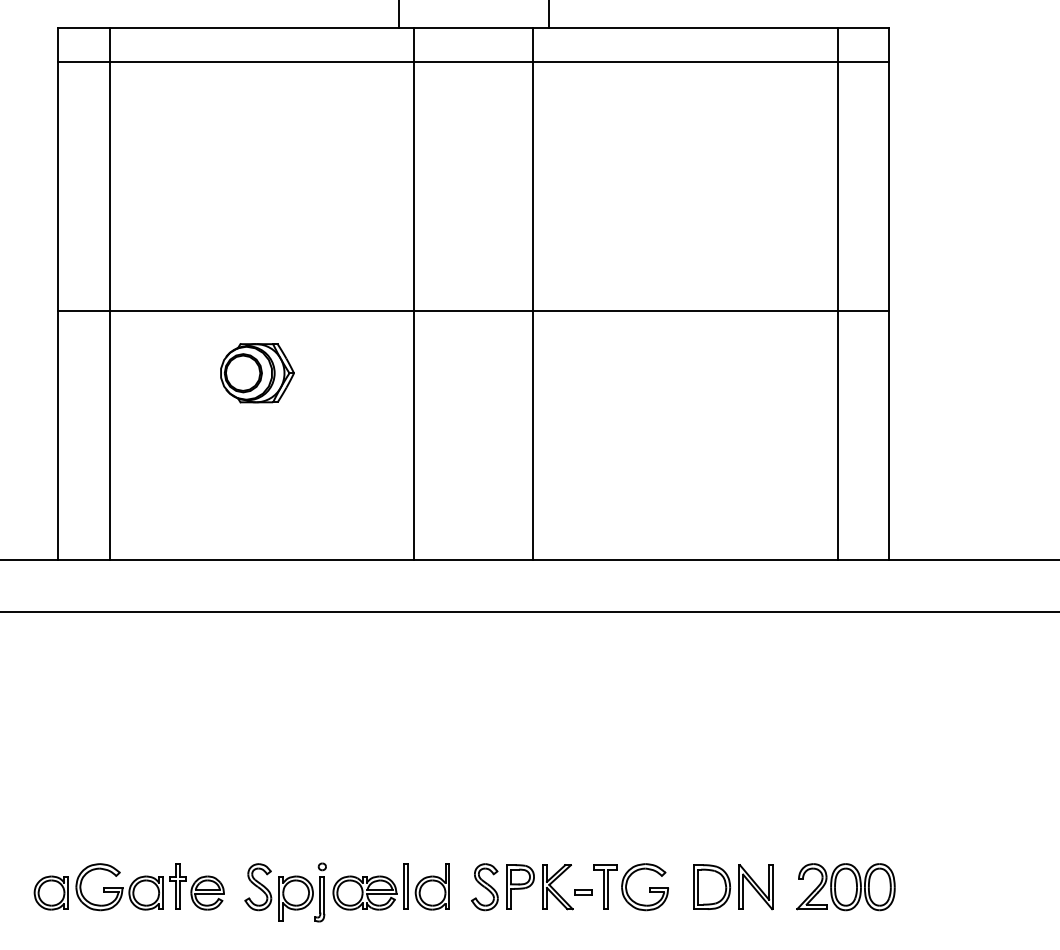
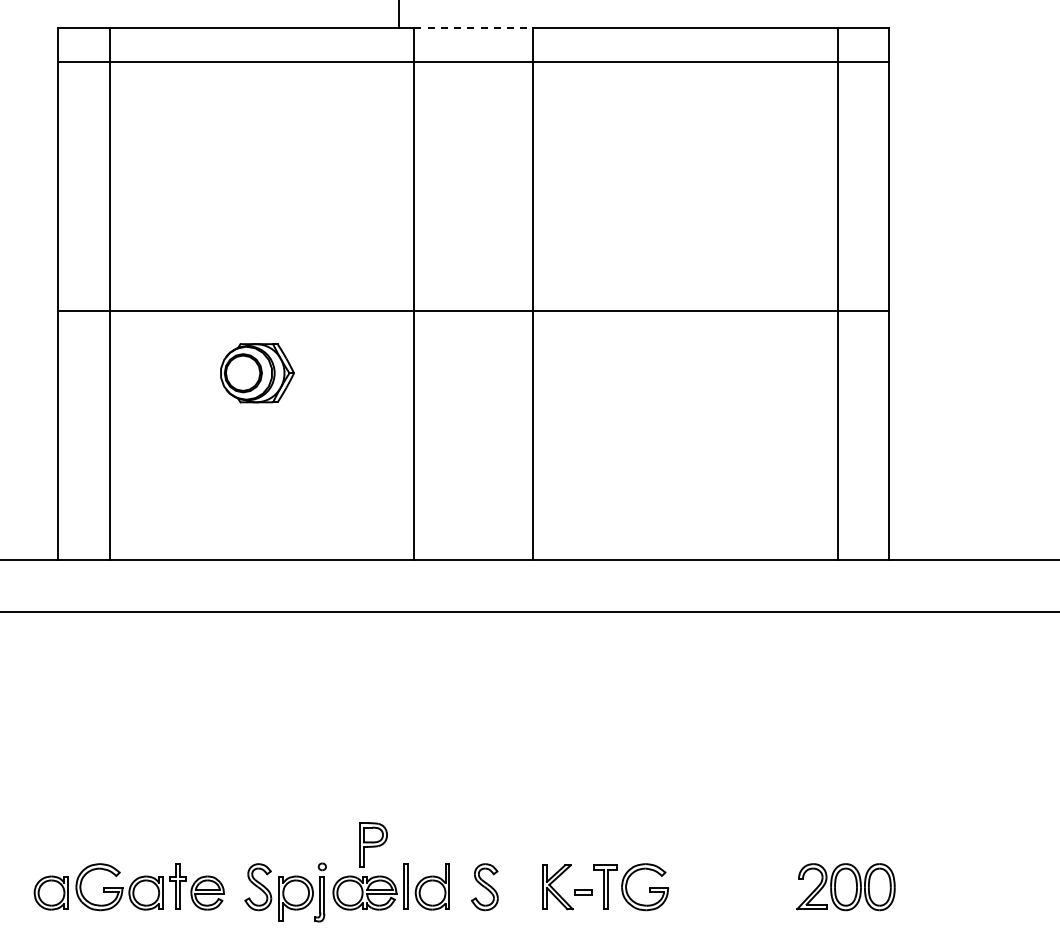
line at (548, 15): present -> none
line at (474, 28): solid -> dashed
part at (520, 886) position: (520, 886) -> (373, 844)
part at (733, 887): present -> none
